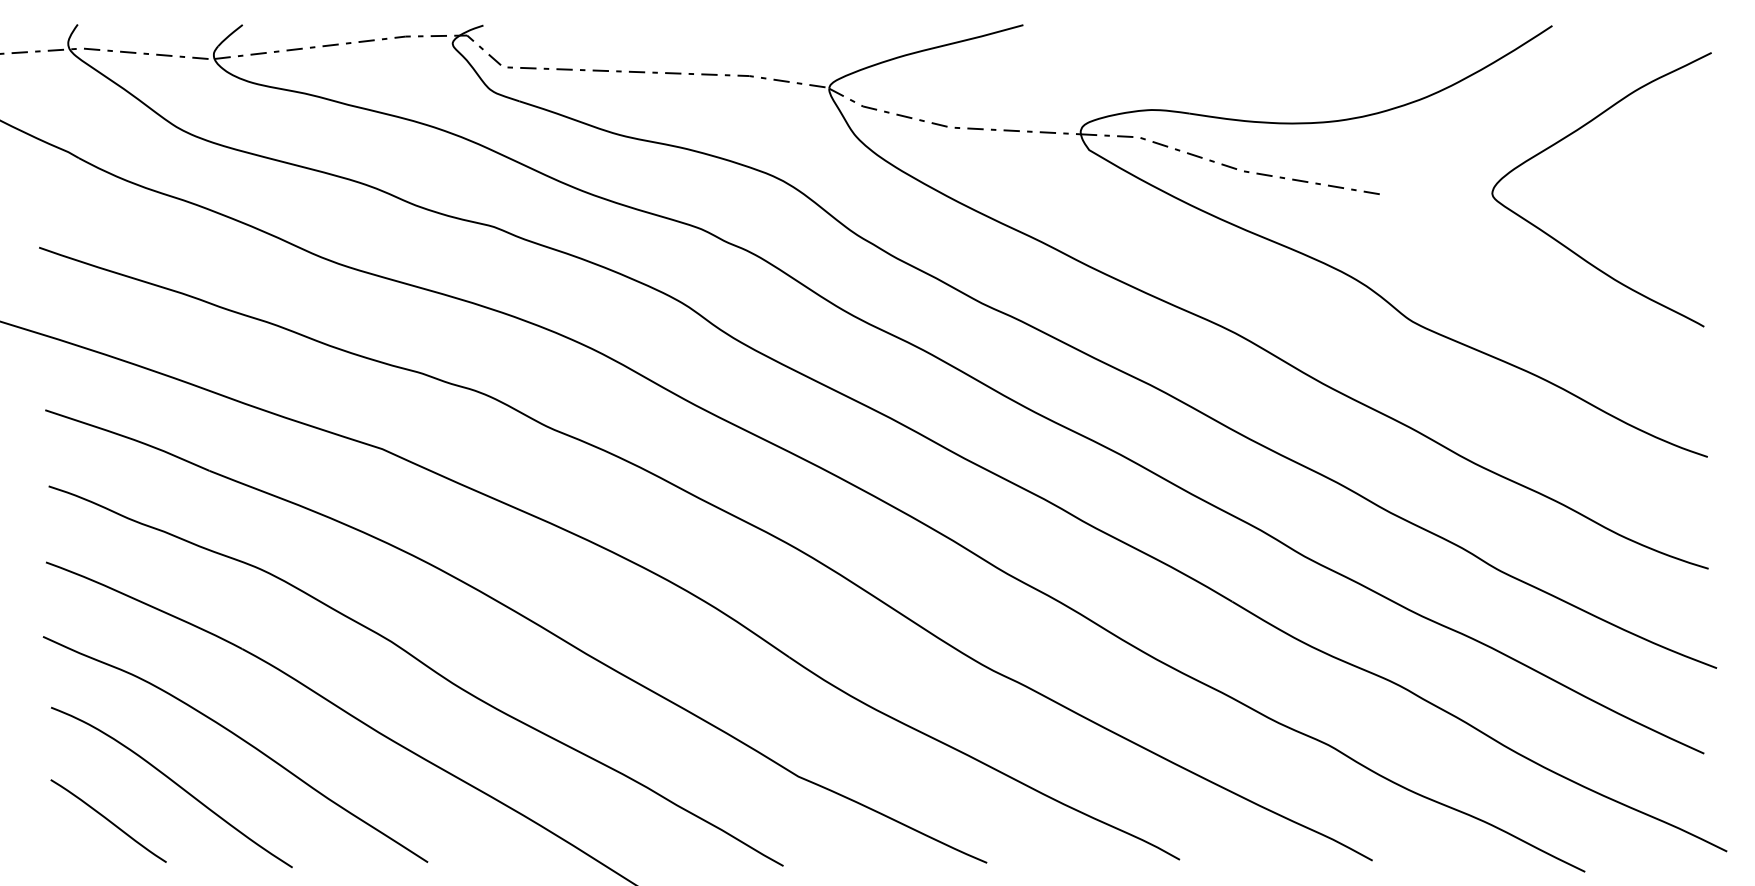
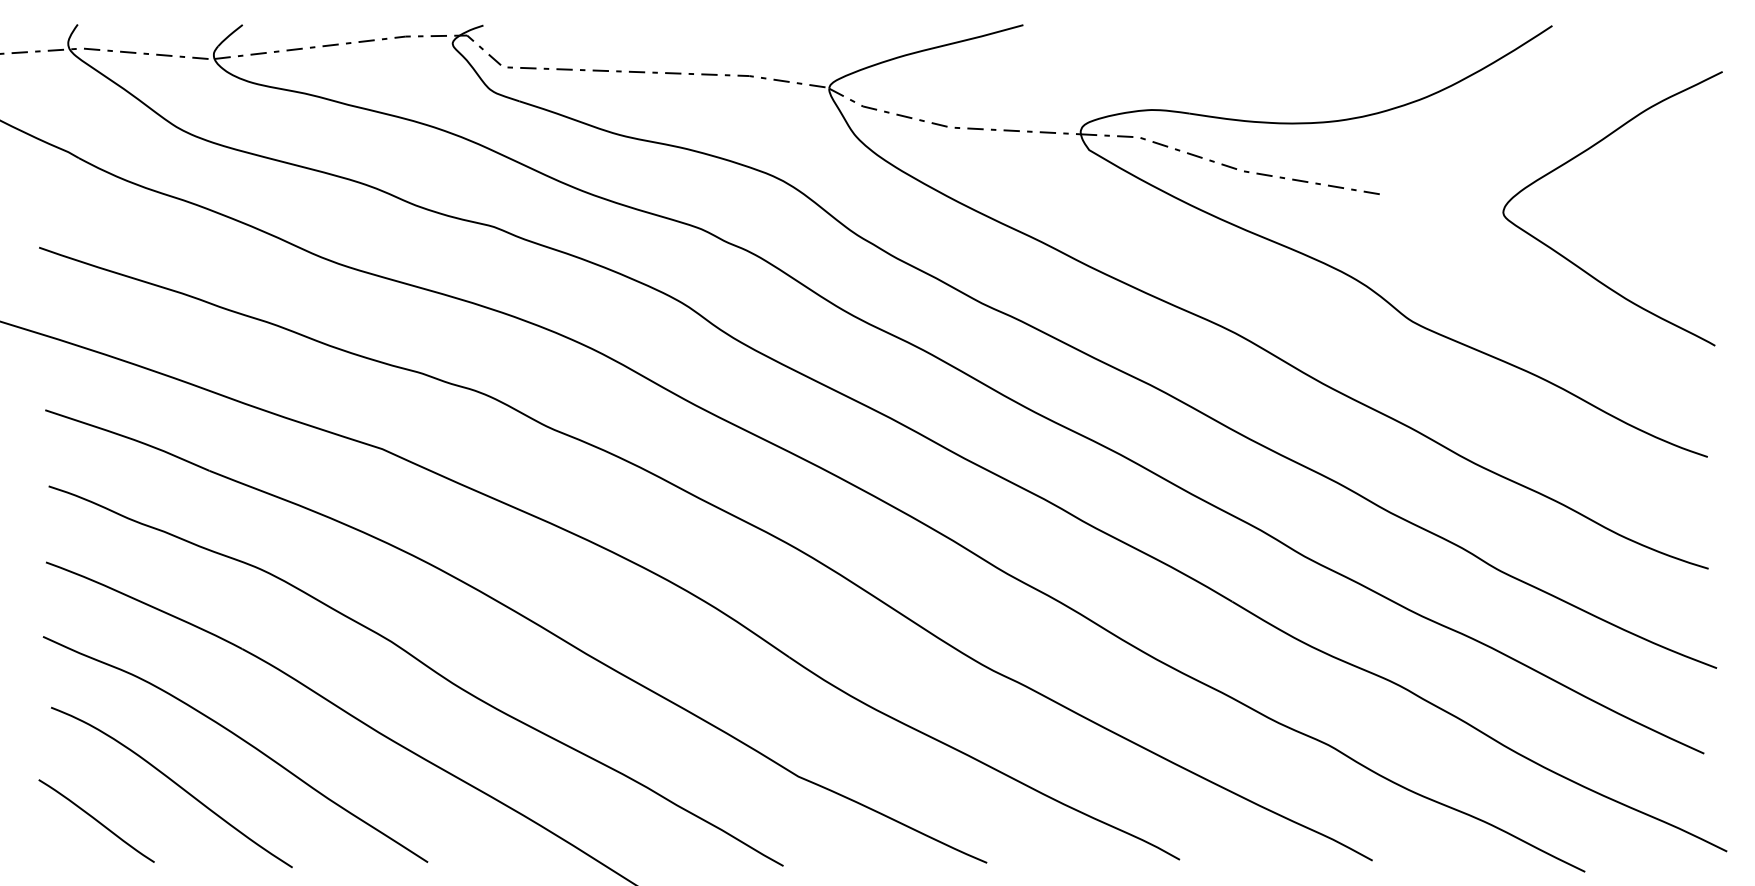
curve at (1567, 137) position: (1567, 137) -> (1578, 156)
curve at (108, 820) position: (108, 820) -> (96, 820)
